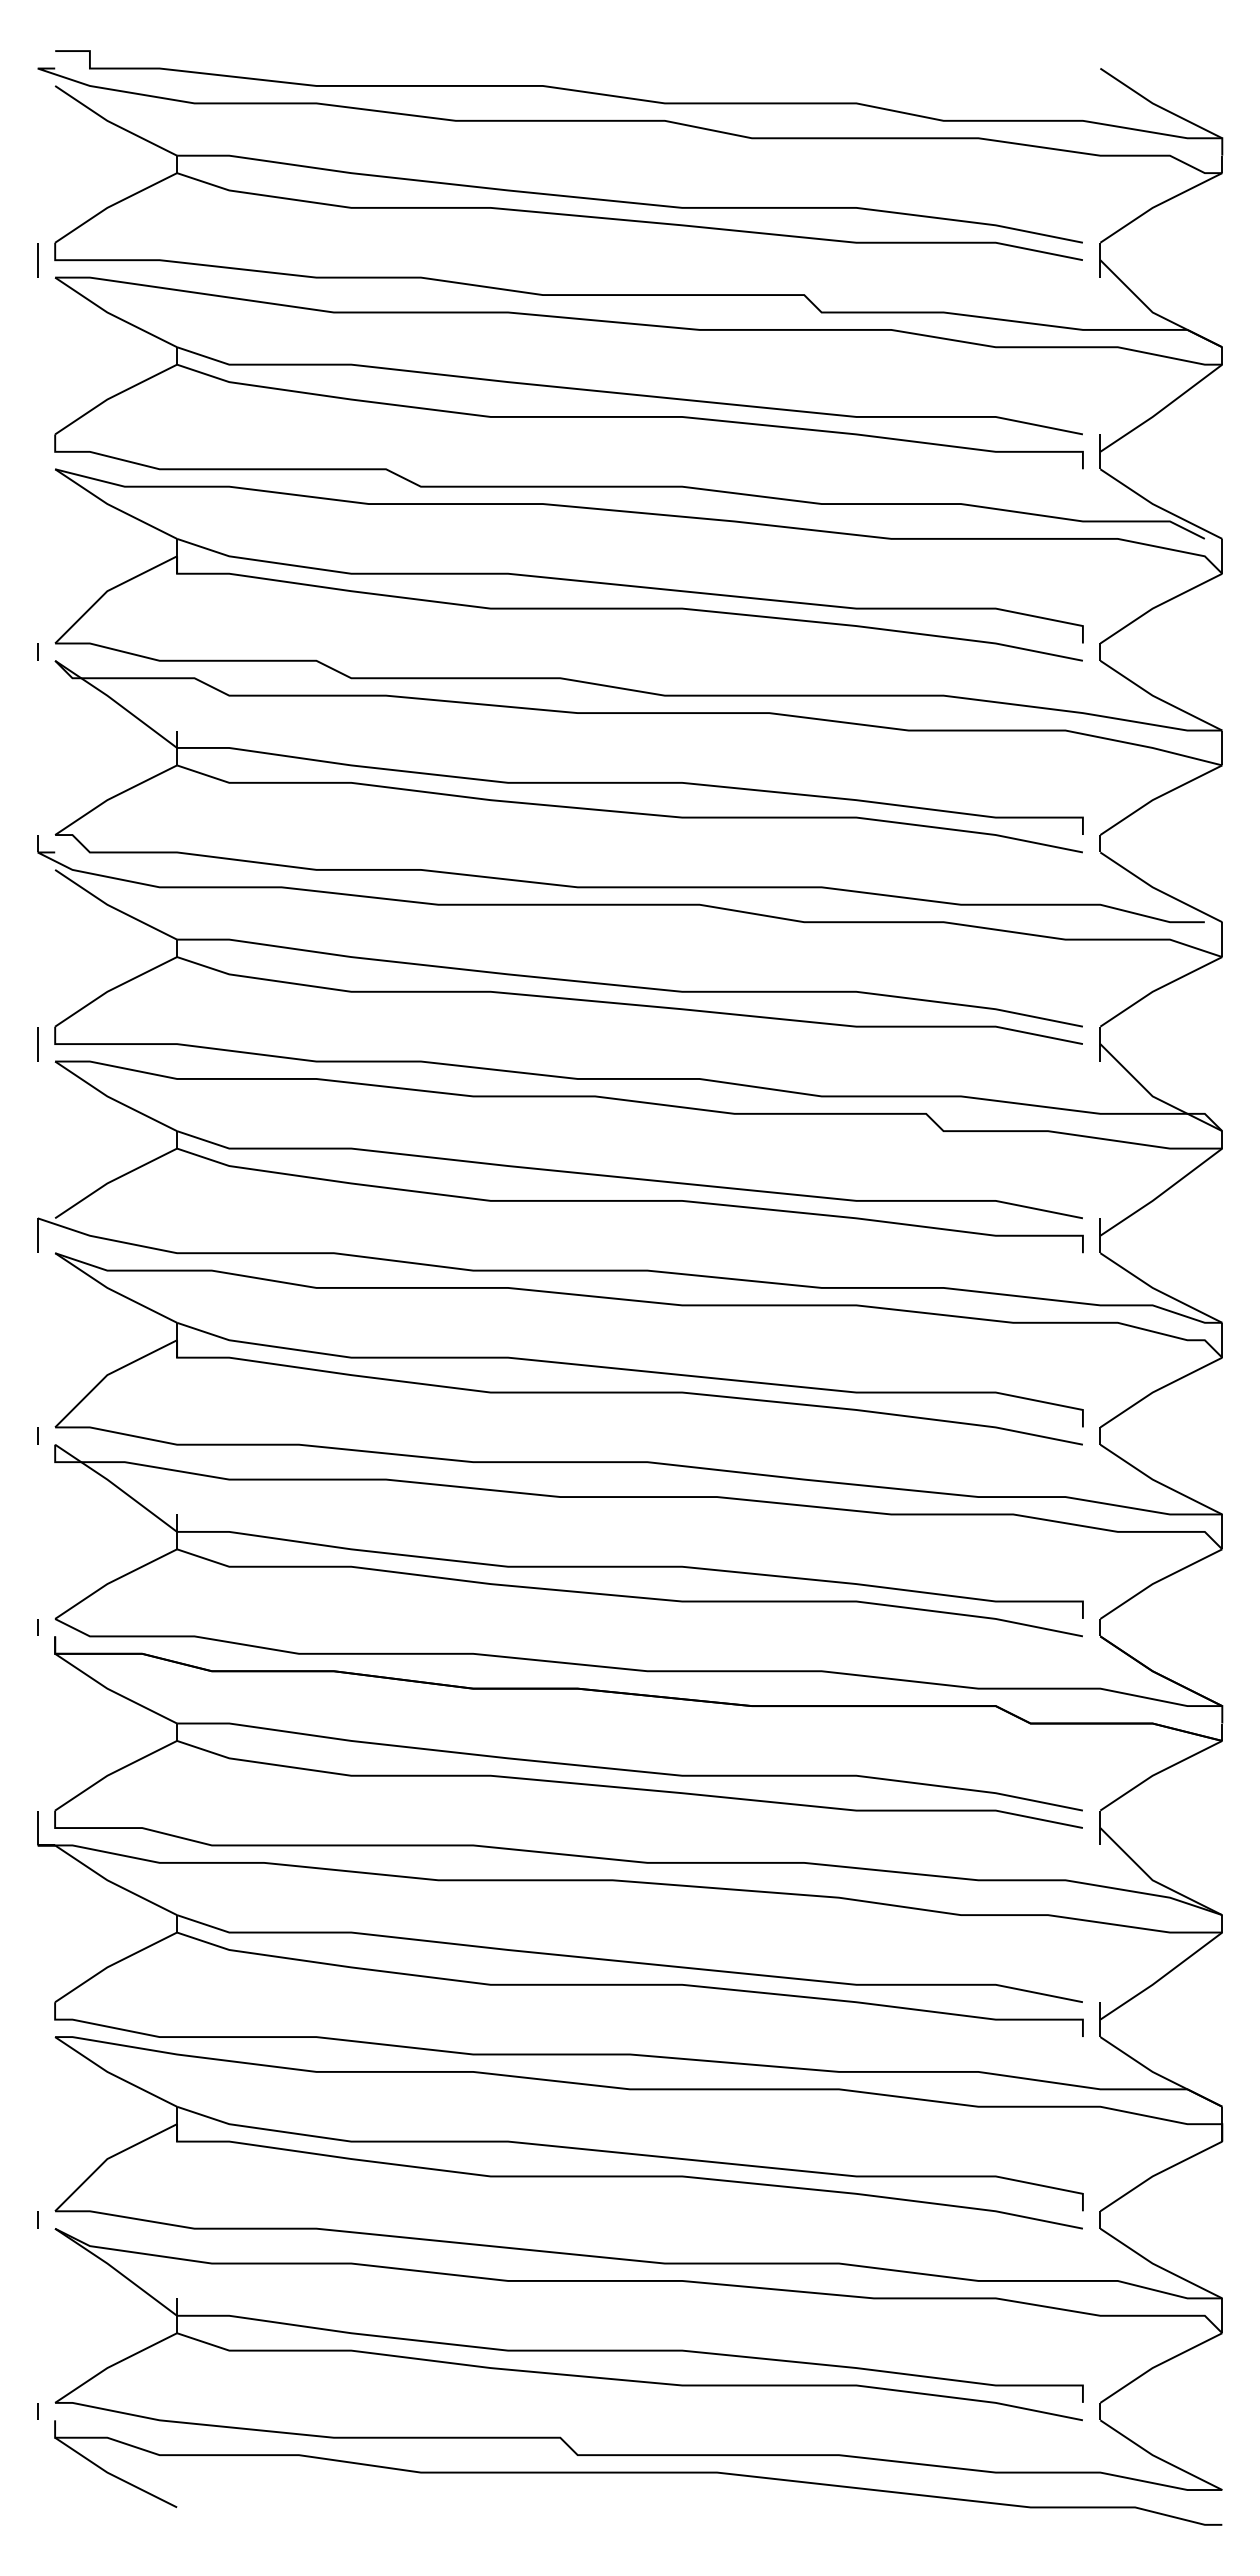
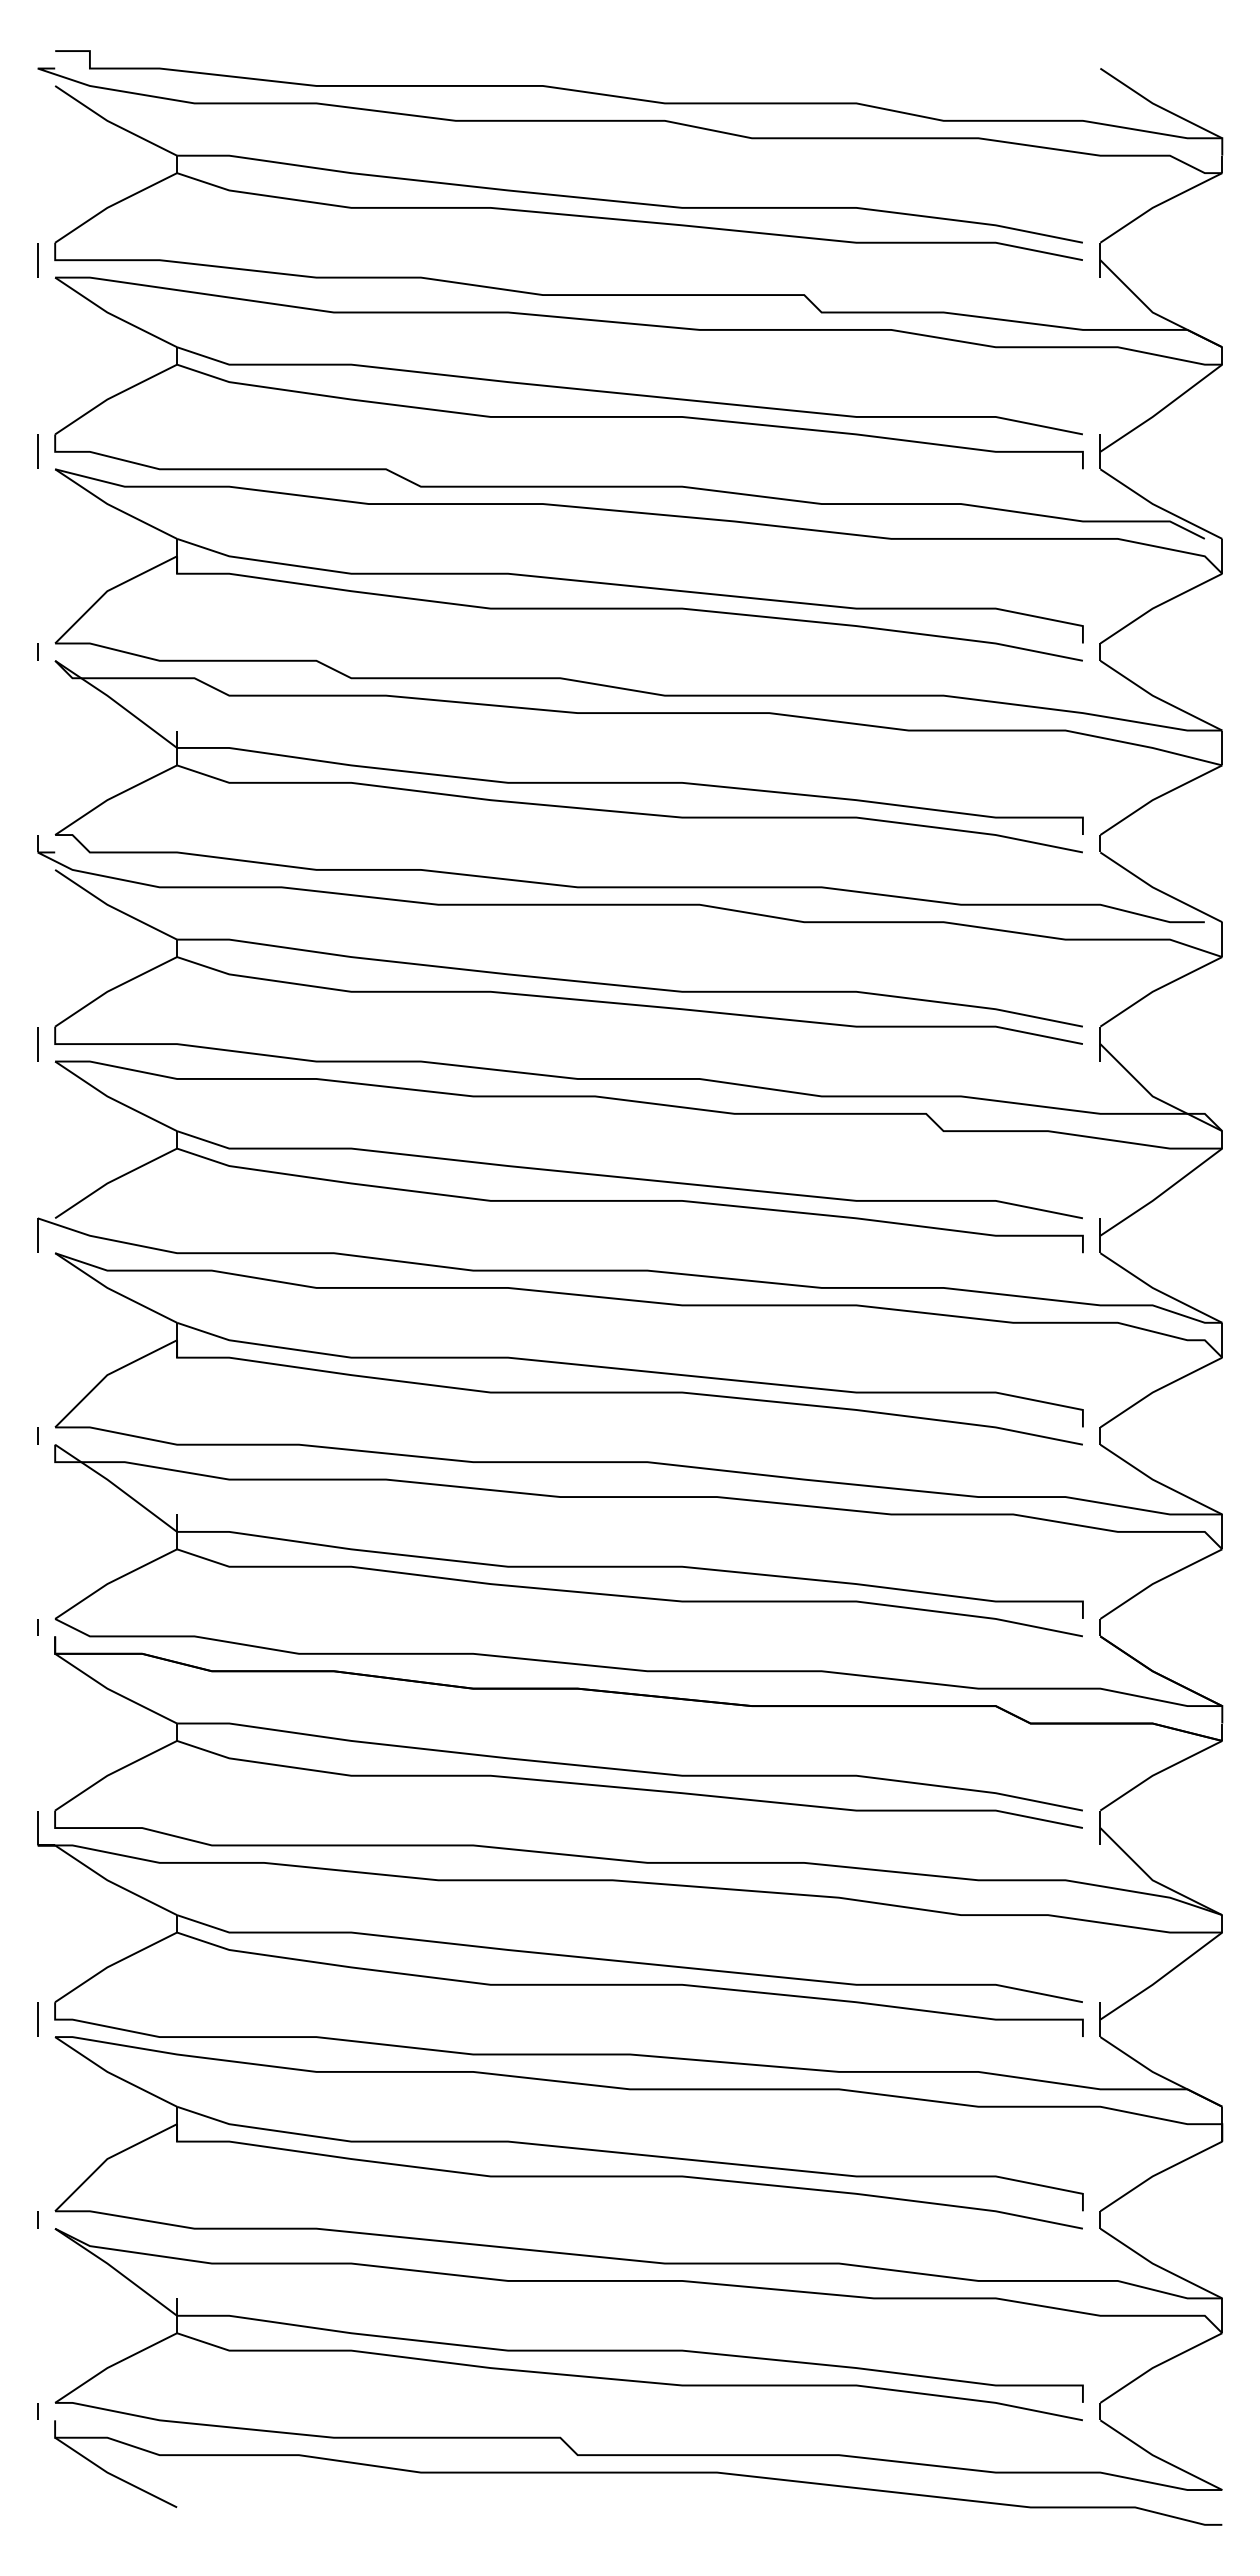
line at (37, 451): none -> present
line at (37, 2019): none -> present
